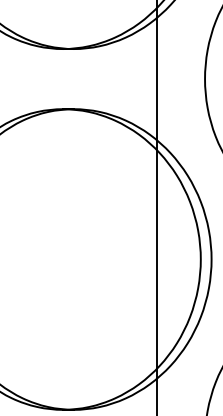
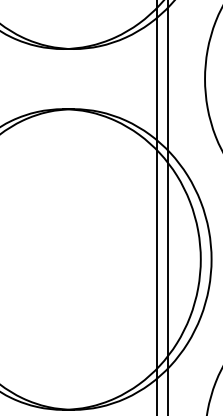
line at (167, 207): none -> present
